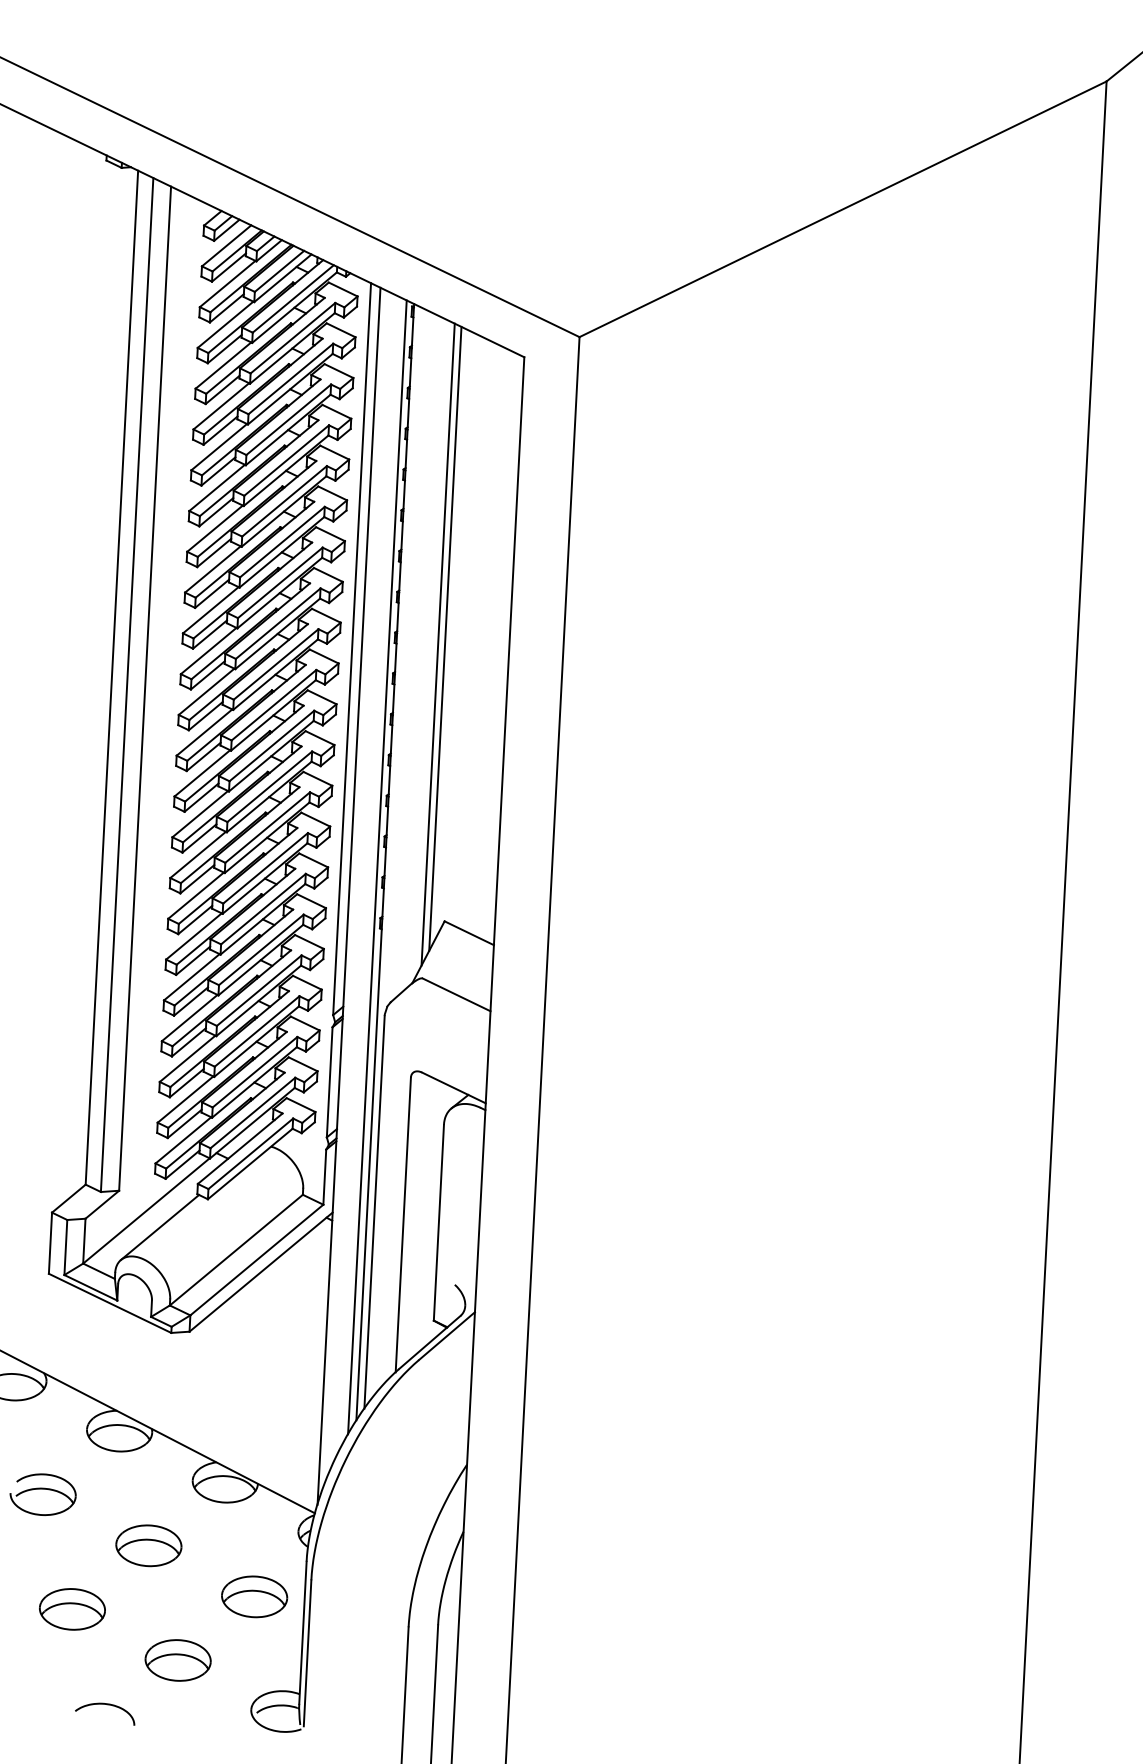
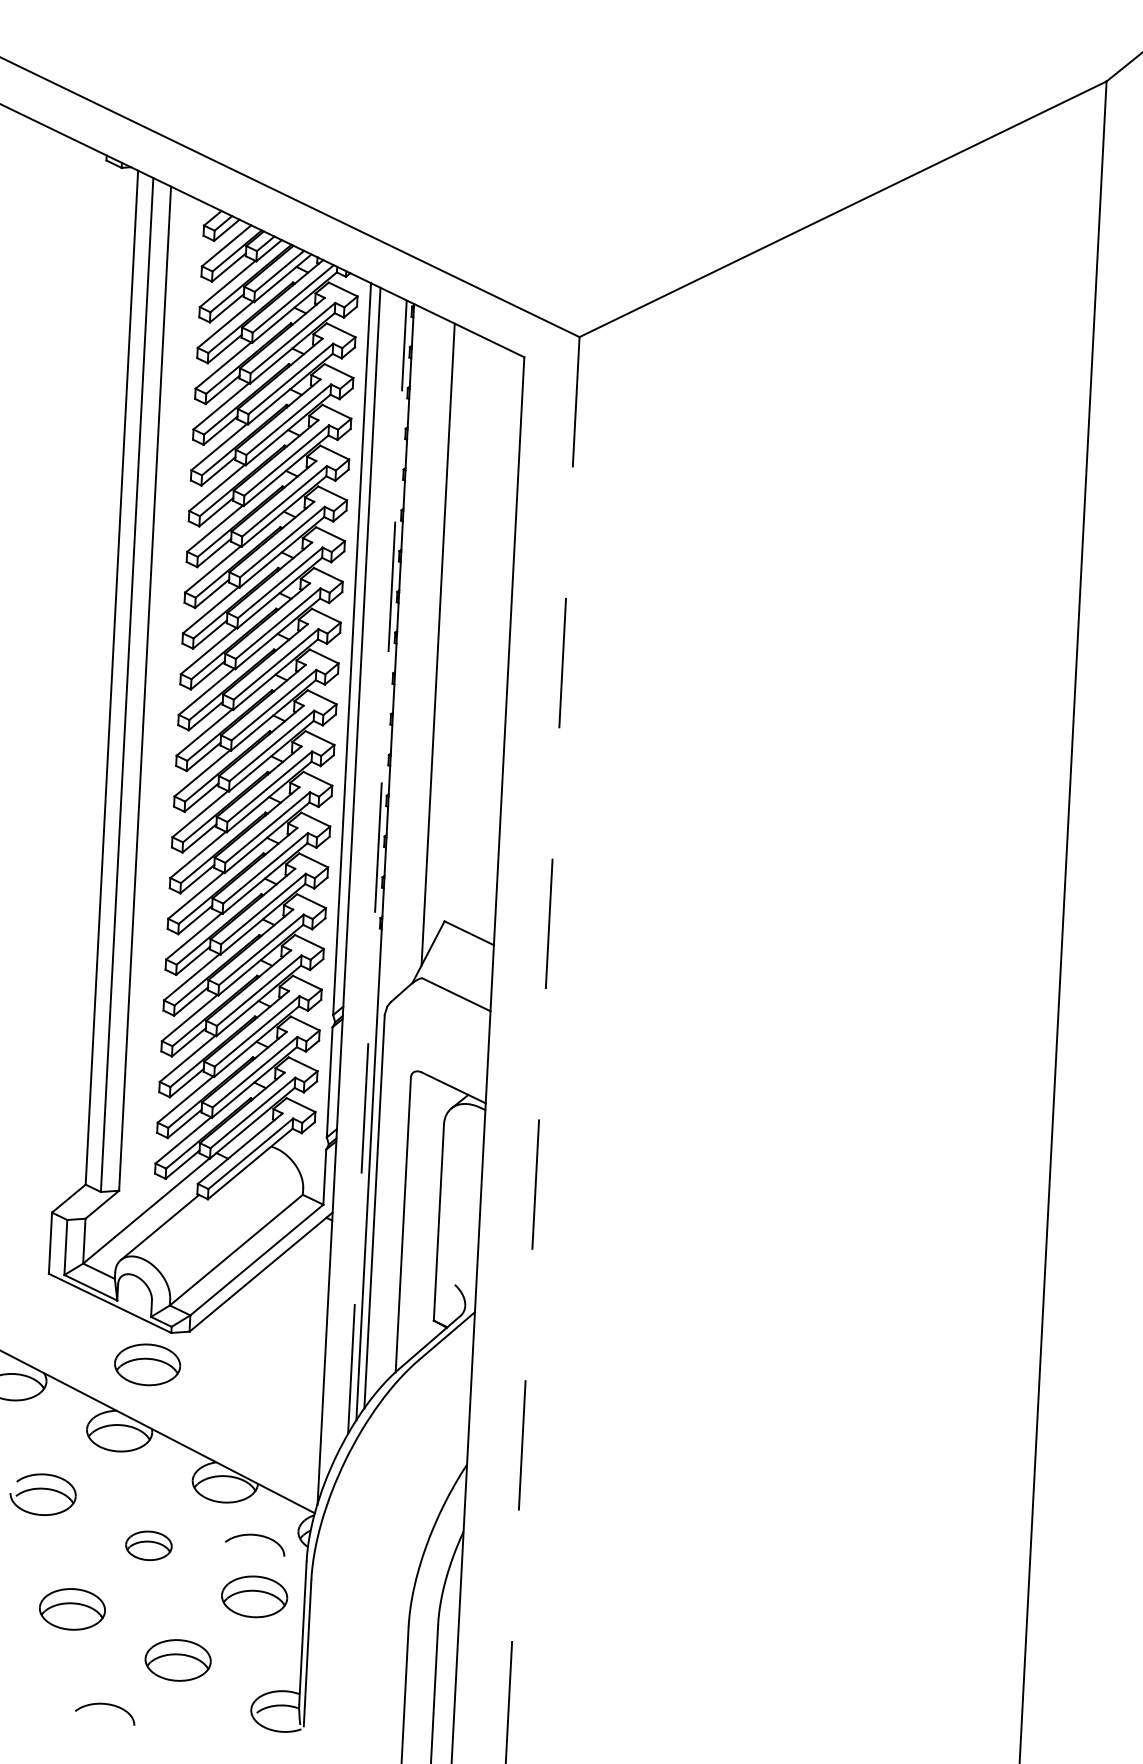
line at (445, 638): present -> none
line at (377, 867): solid -> dashed
line at (542, 1050): solid -> dashed
part at (147, 1364): none -> present
curve at (257, 1536): none -> present
part at (148, 1545) size: 68x44 px -> 48x31 px
